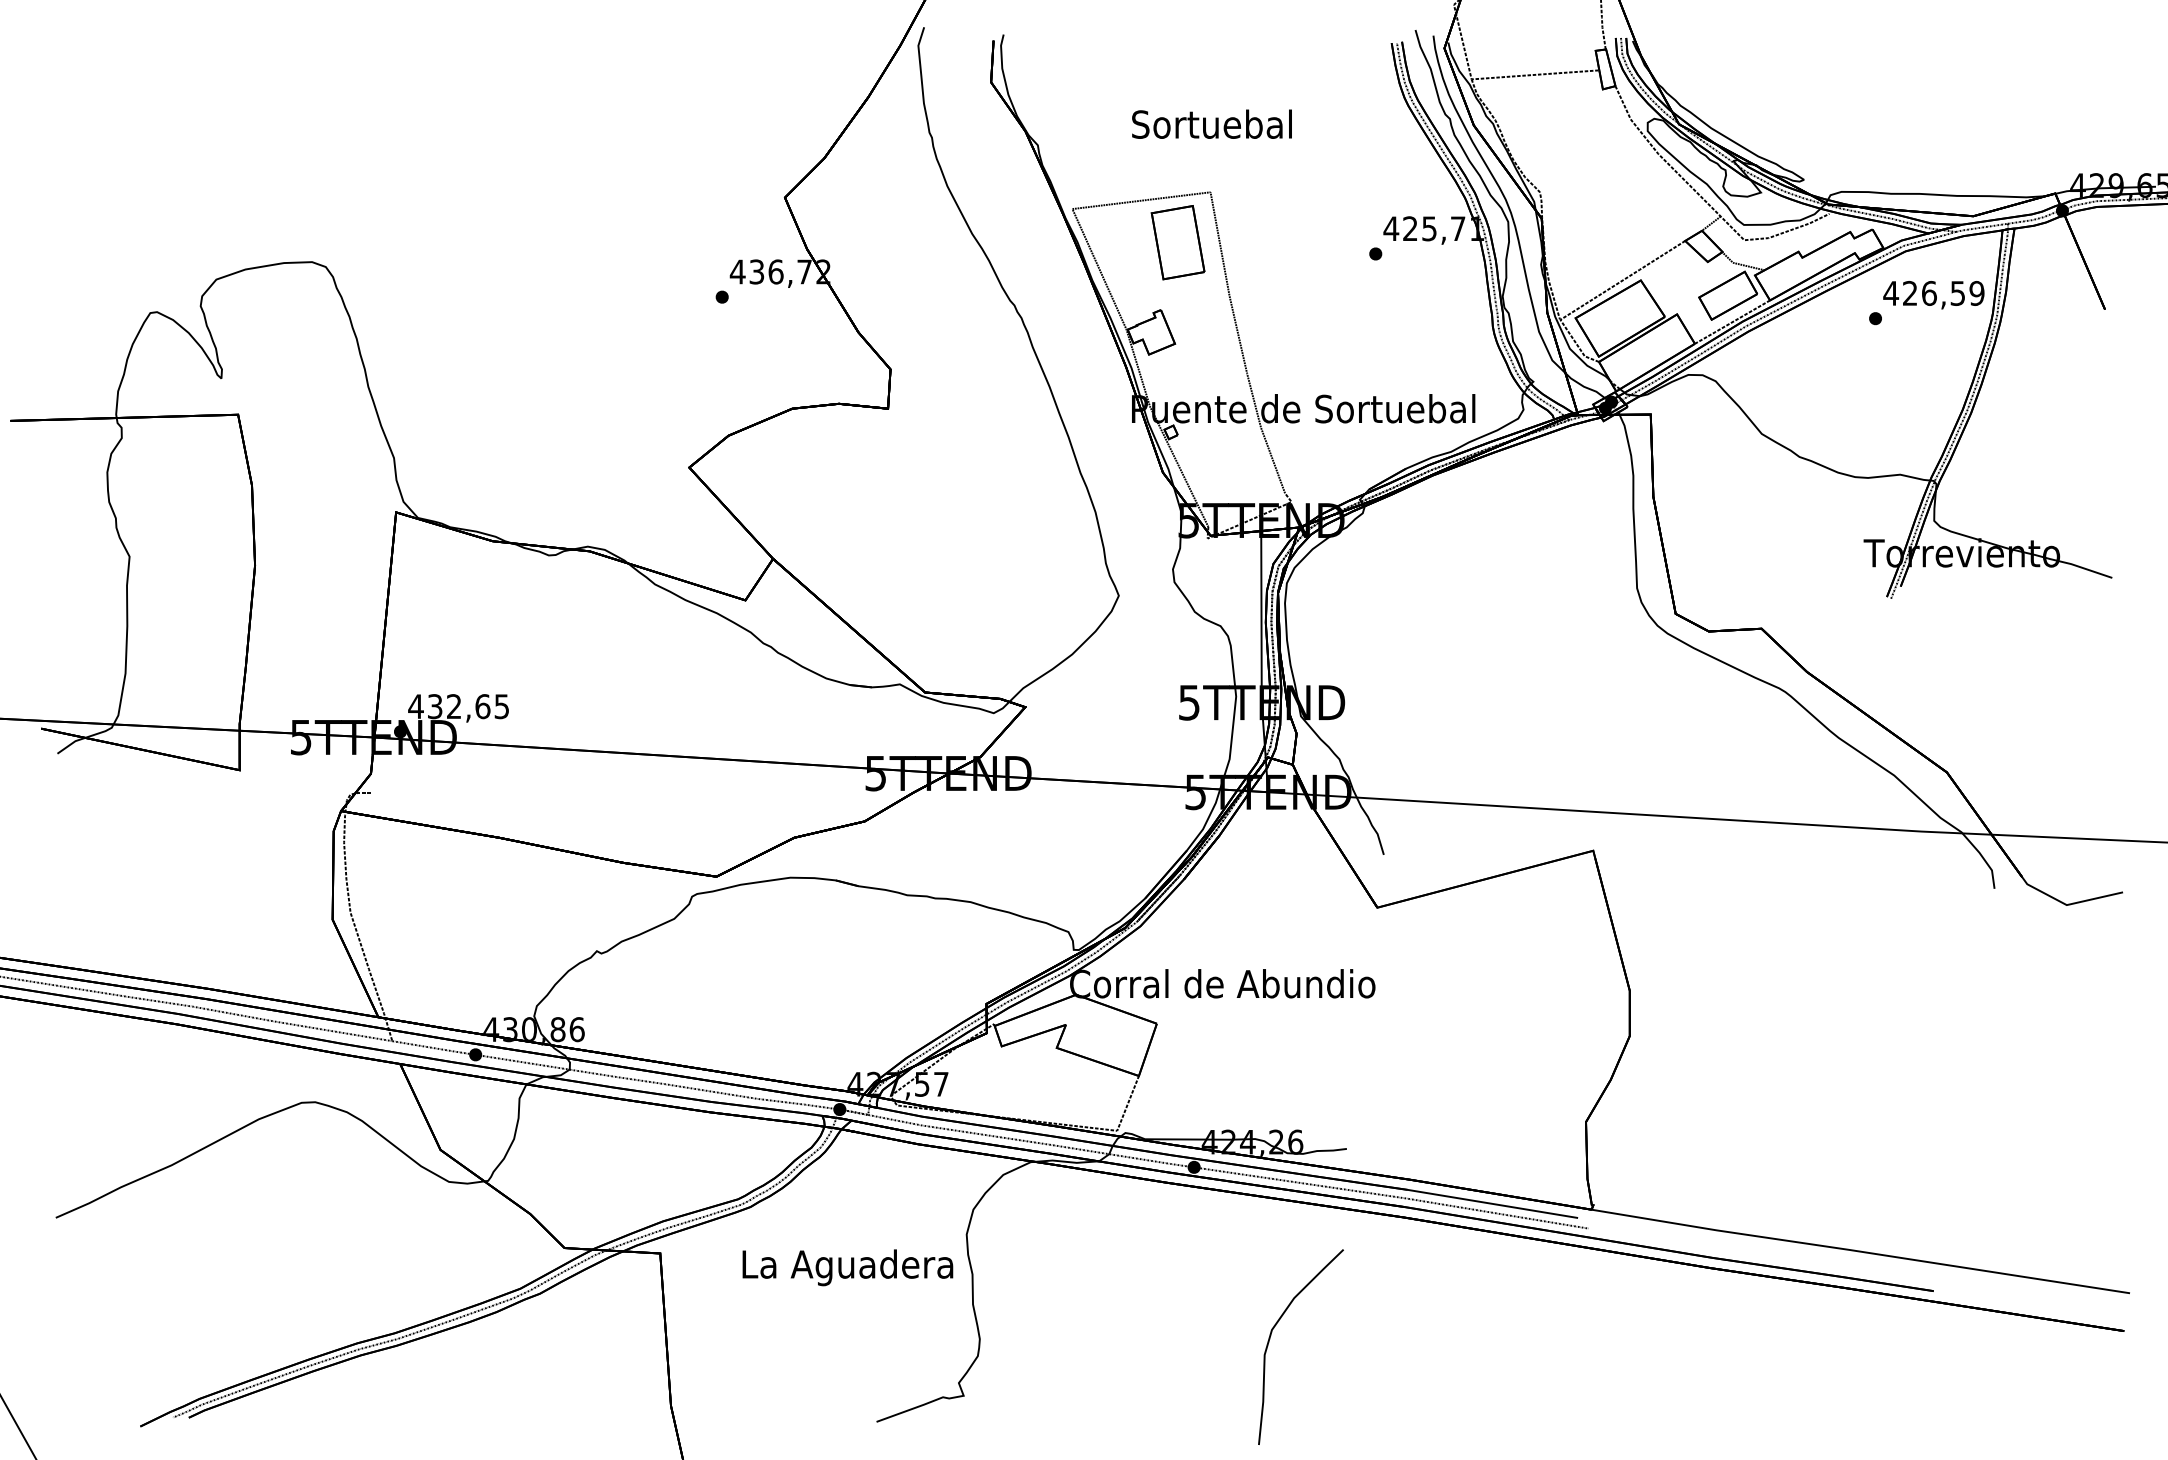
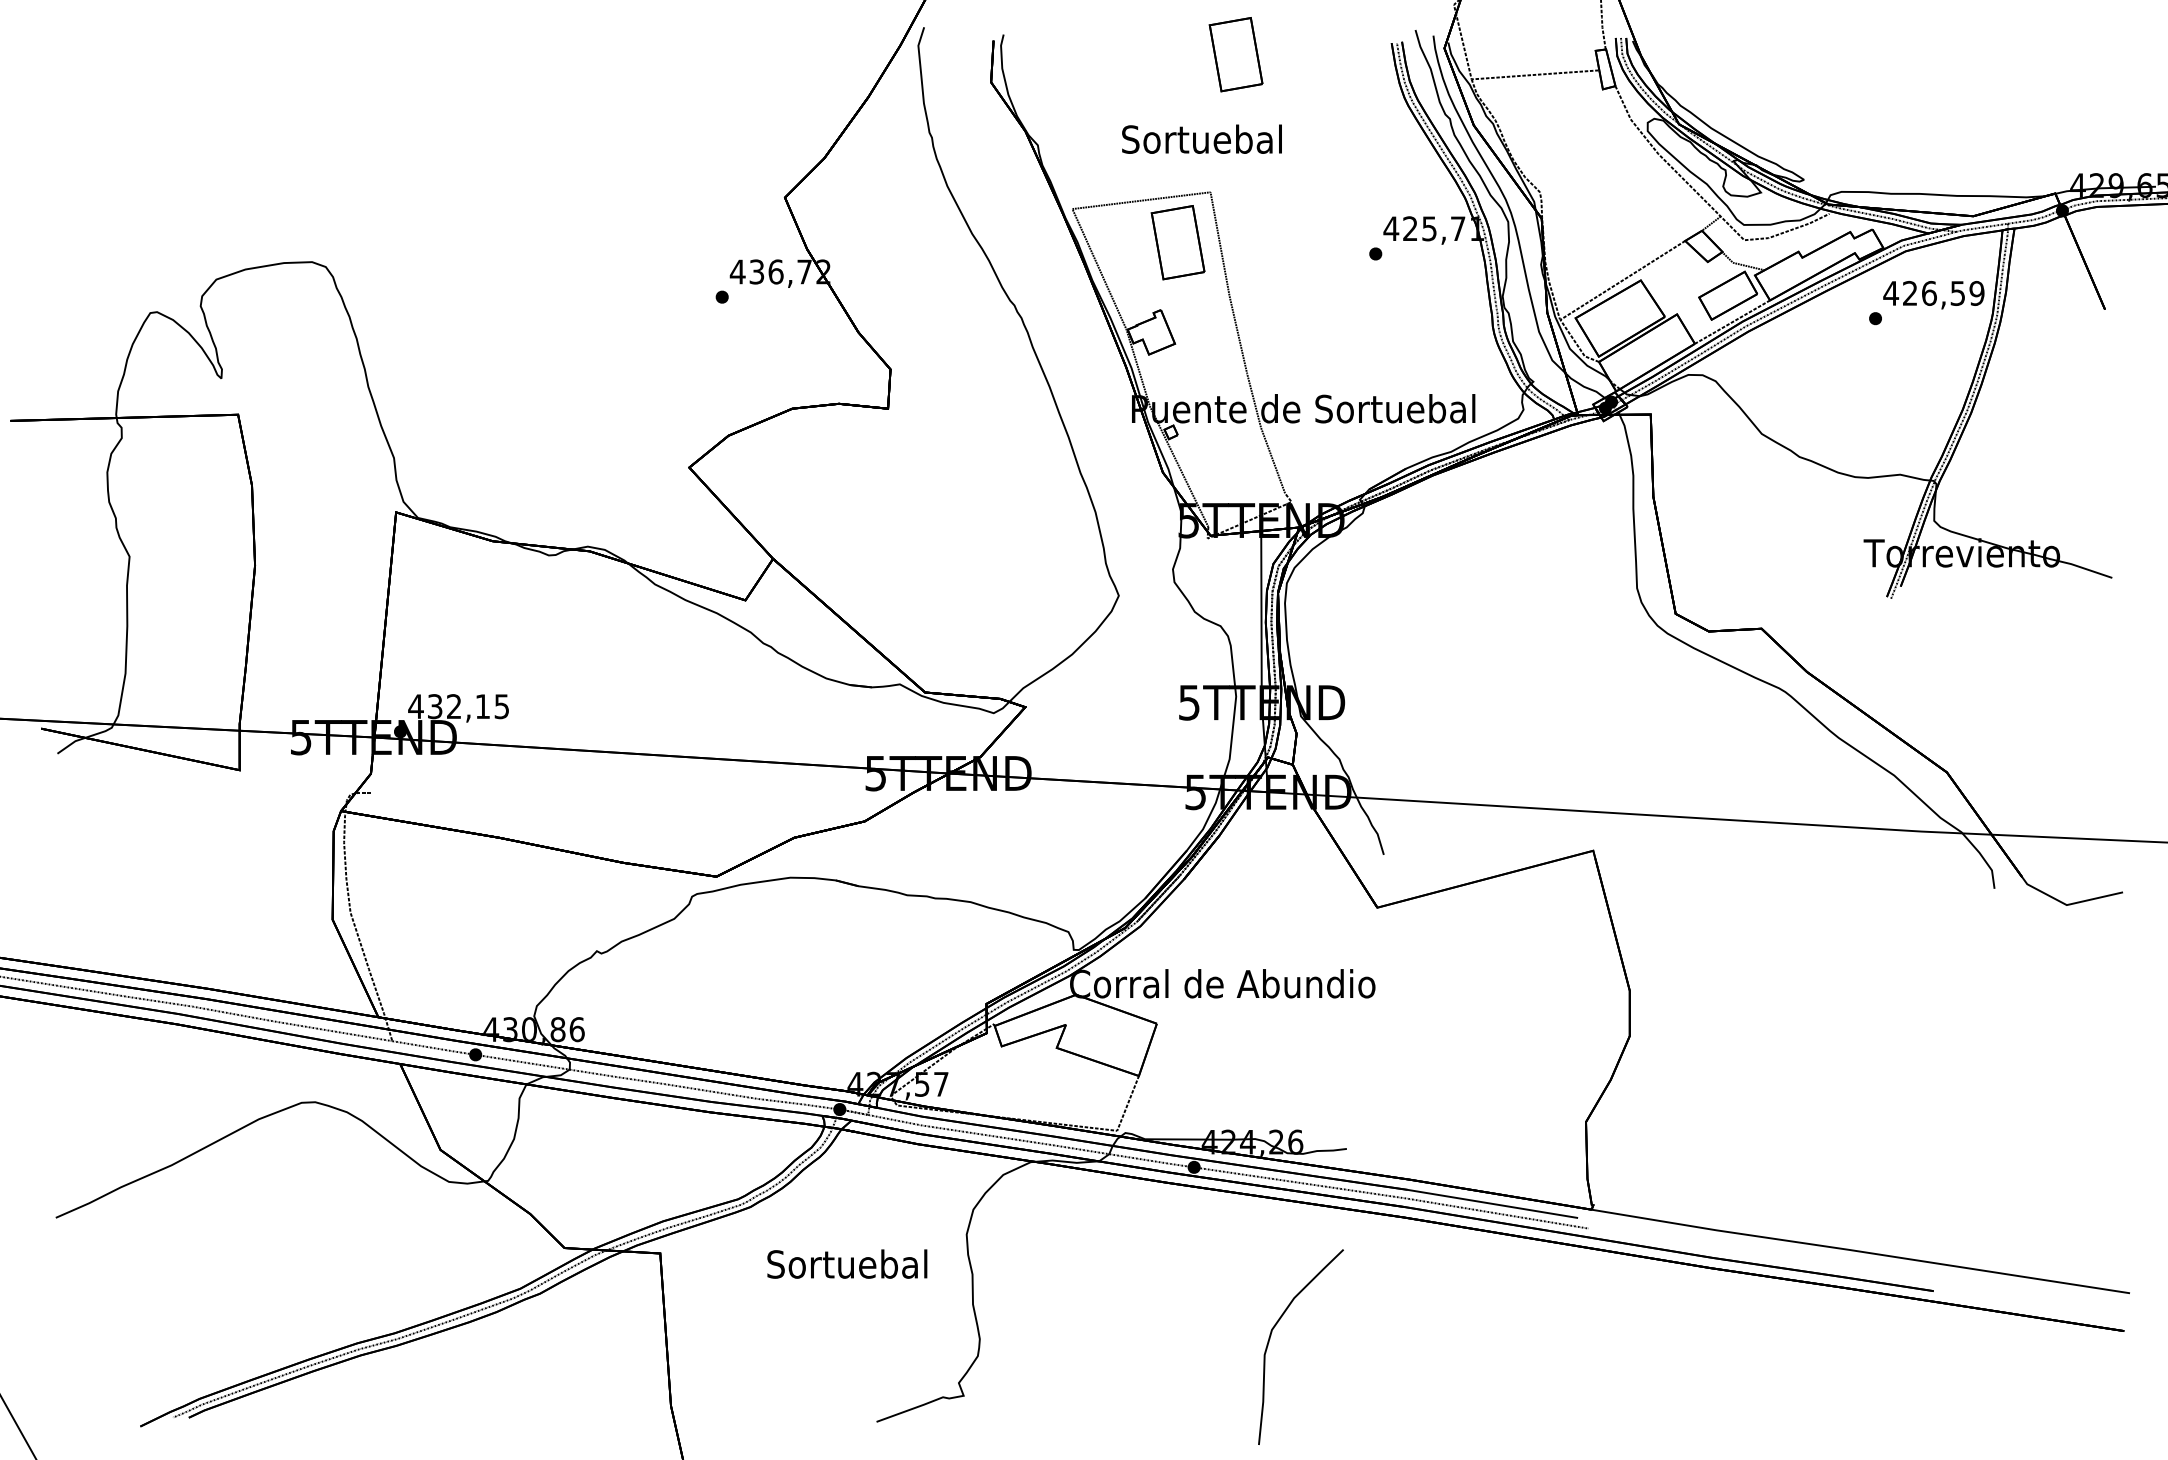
part at (1235, 54): none -> present
text at (1211, 123) position: (1211, 123) -> (1201, 138)
text at (482, 706): 432,65 -> 432,15
text at (847, 1267): La Aguadera -> Sortuebal
